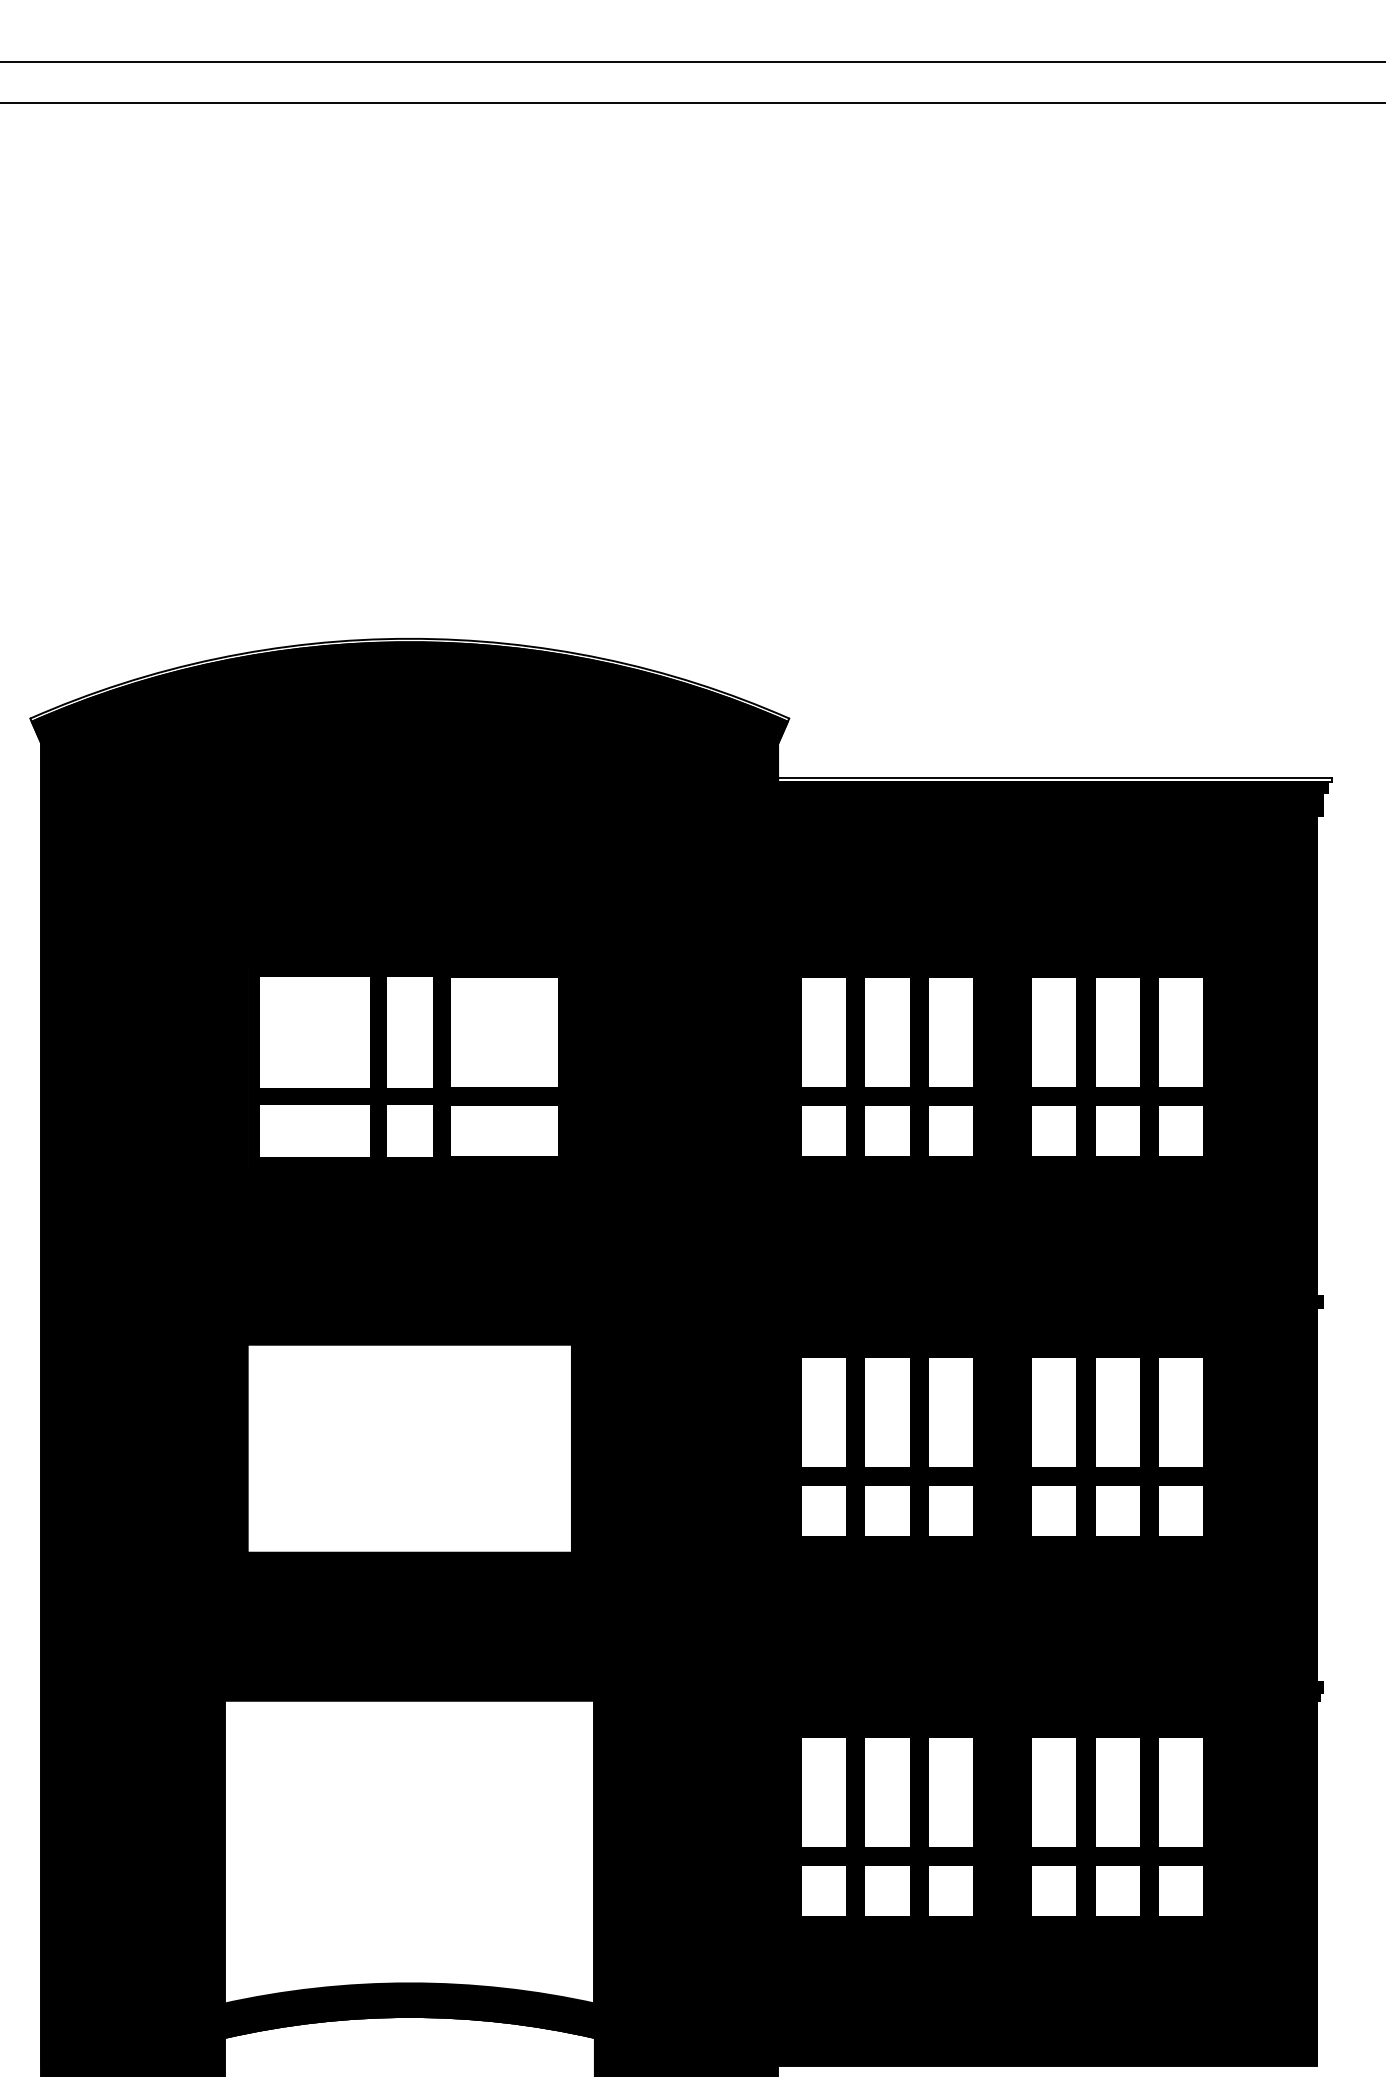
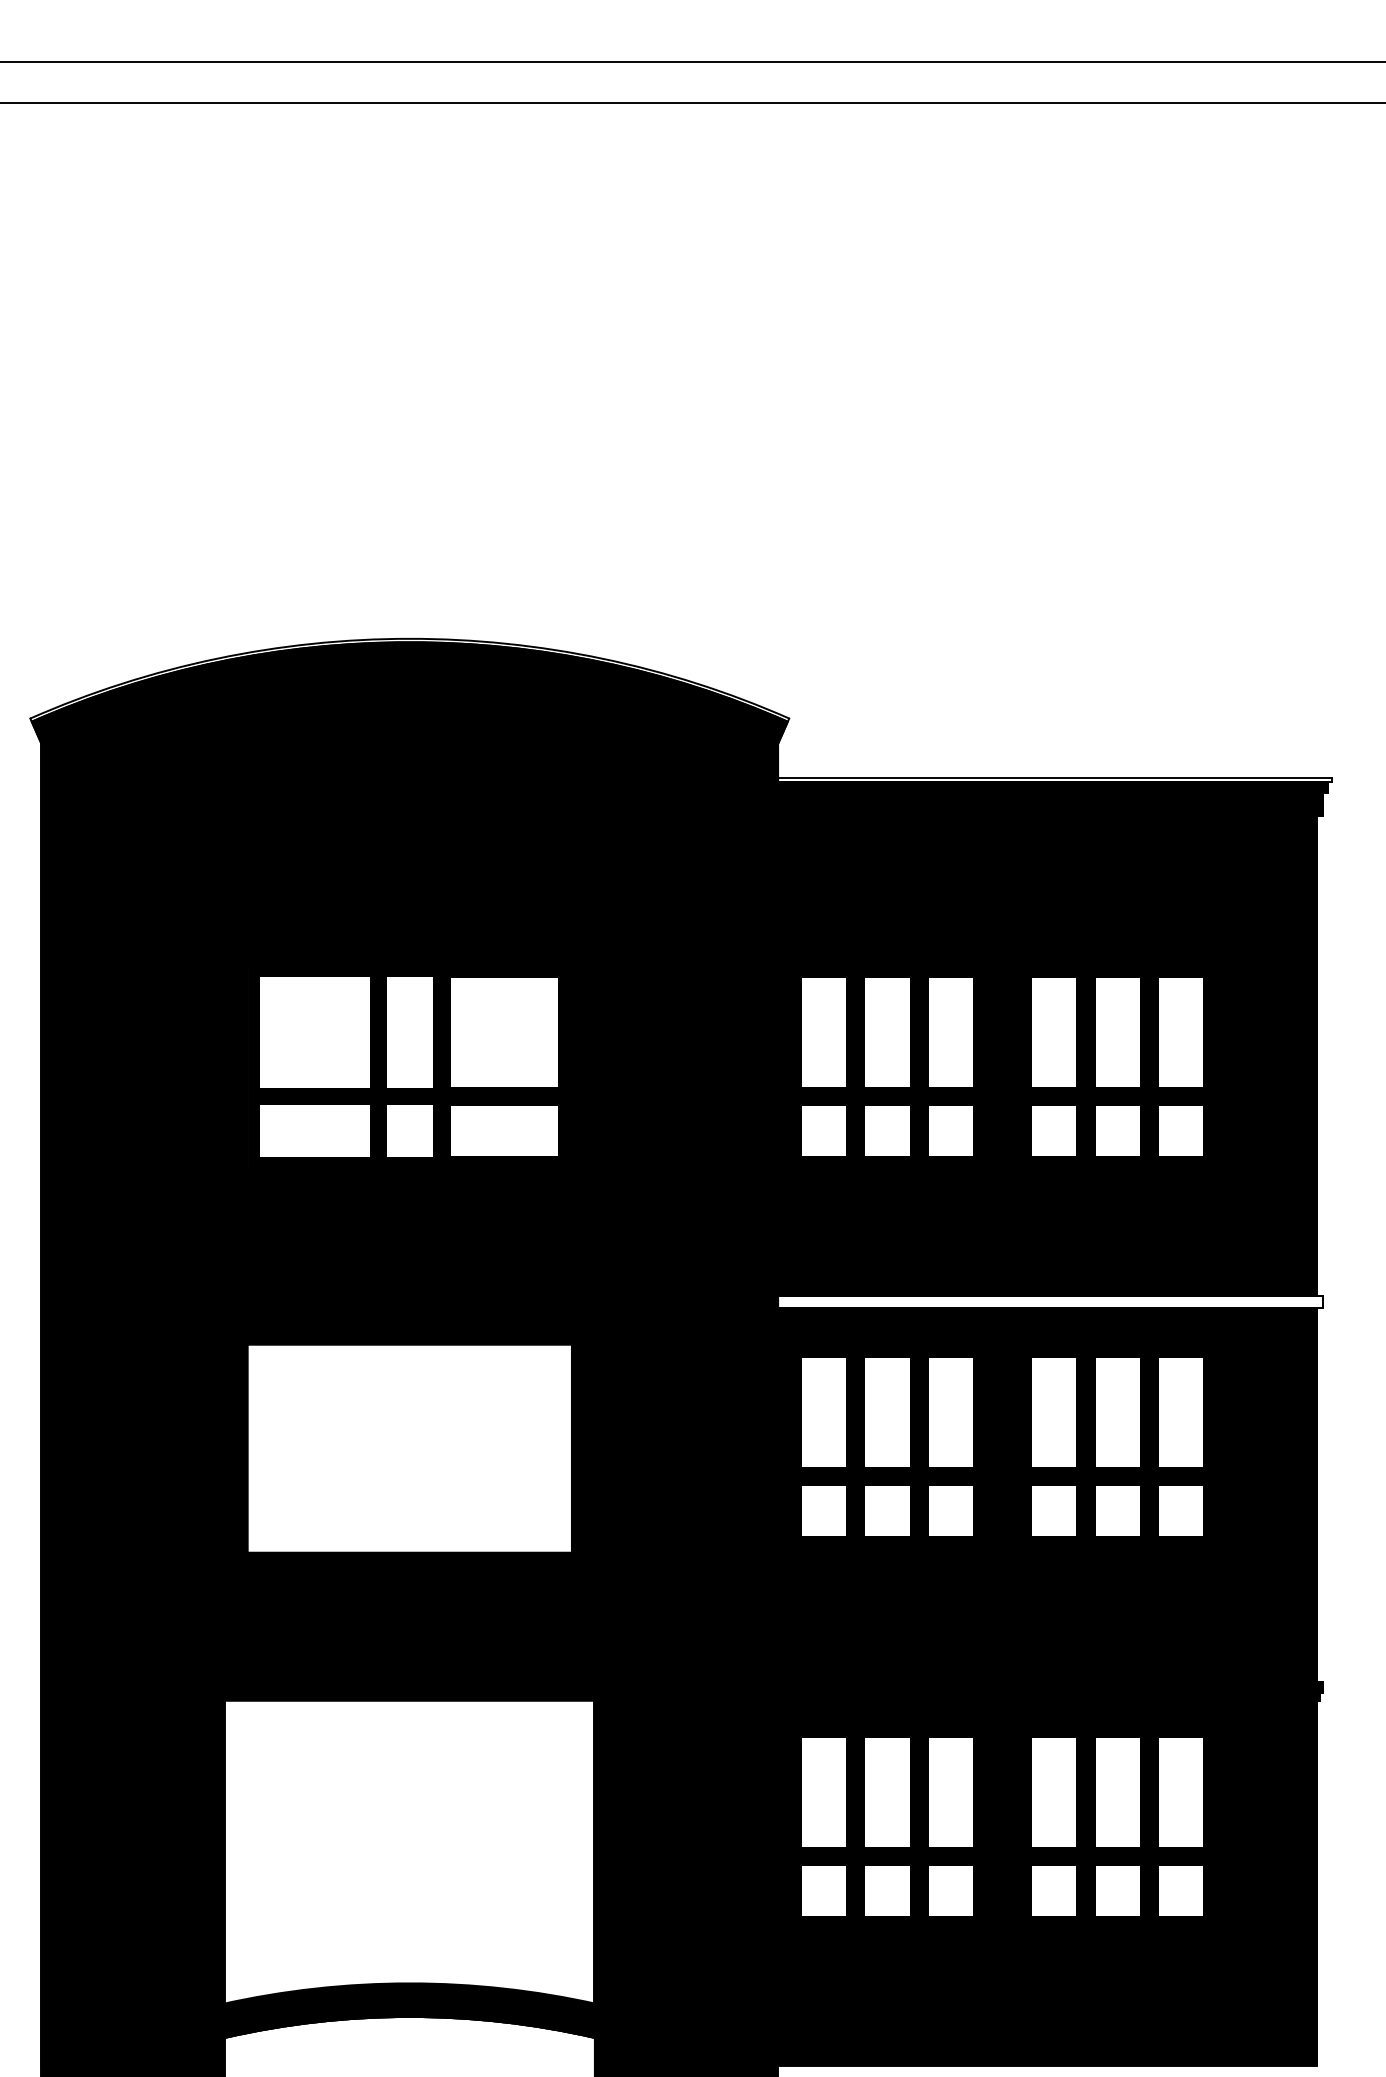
fill at (1050, 1301): present -> none
